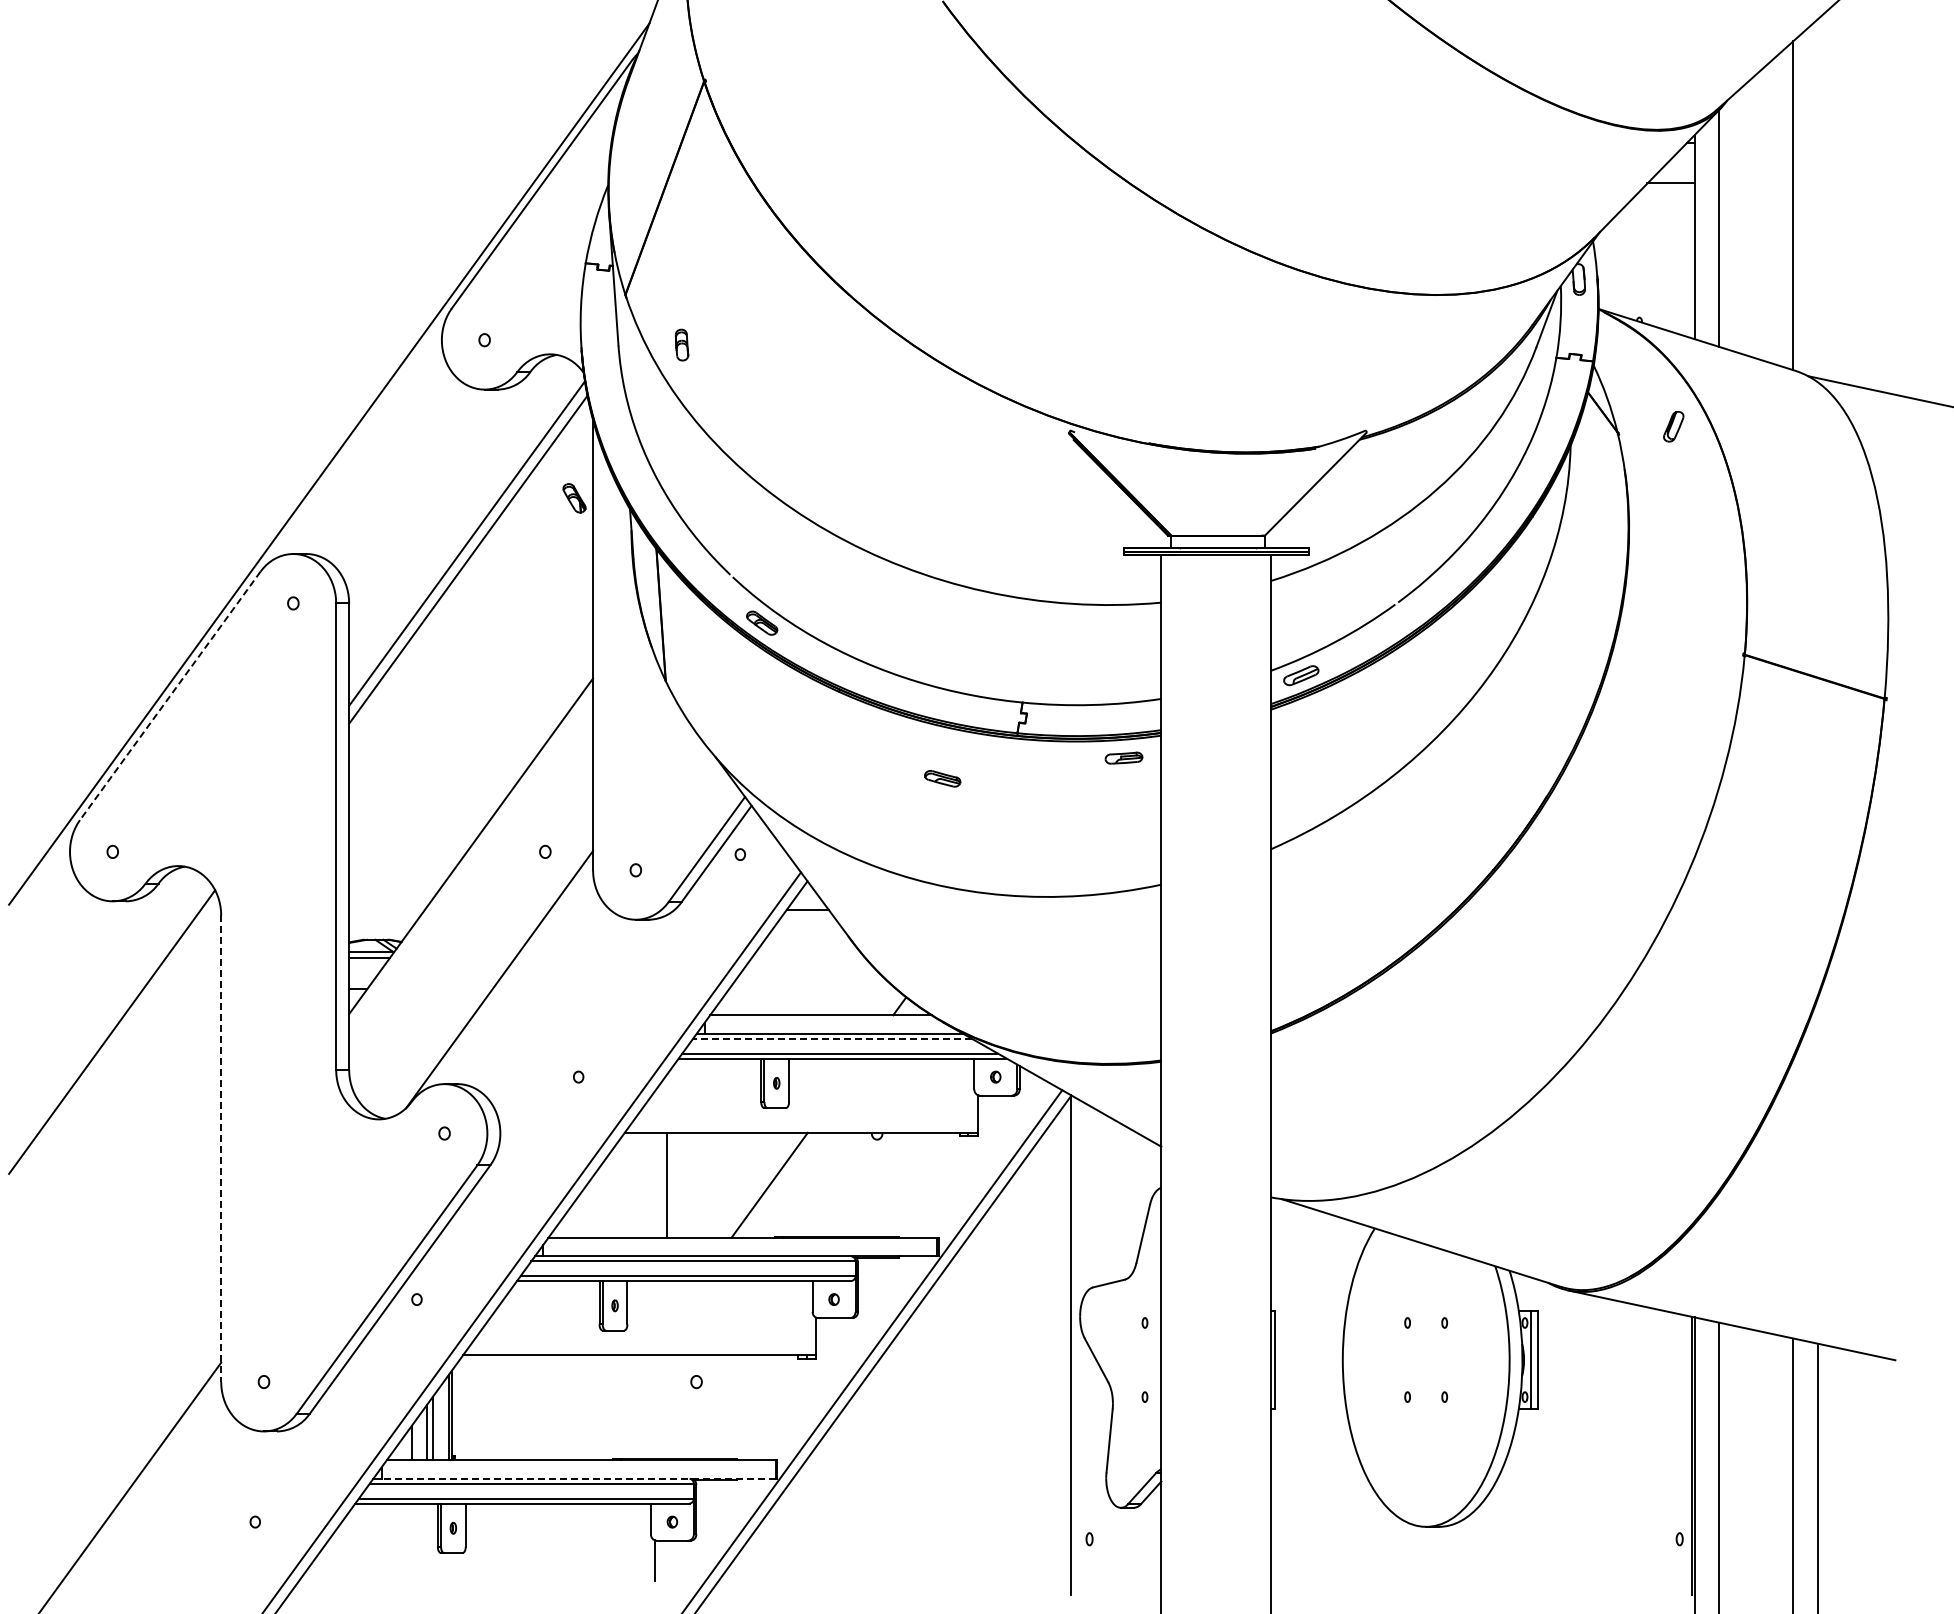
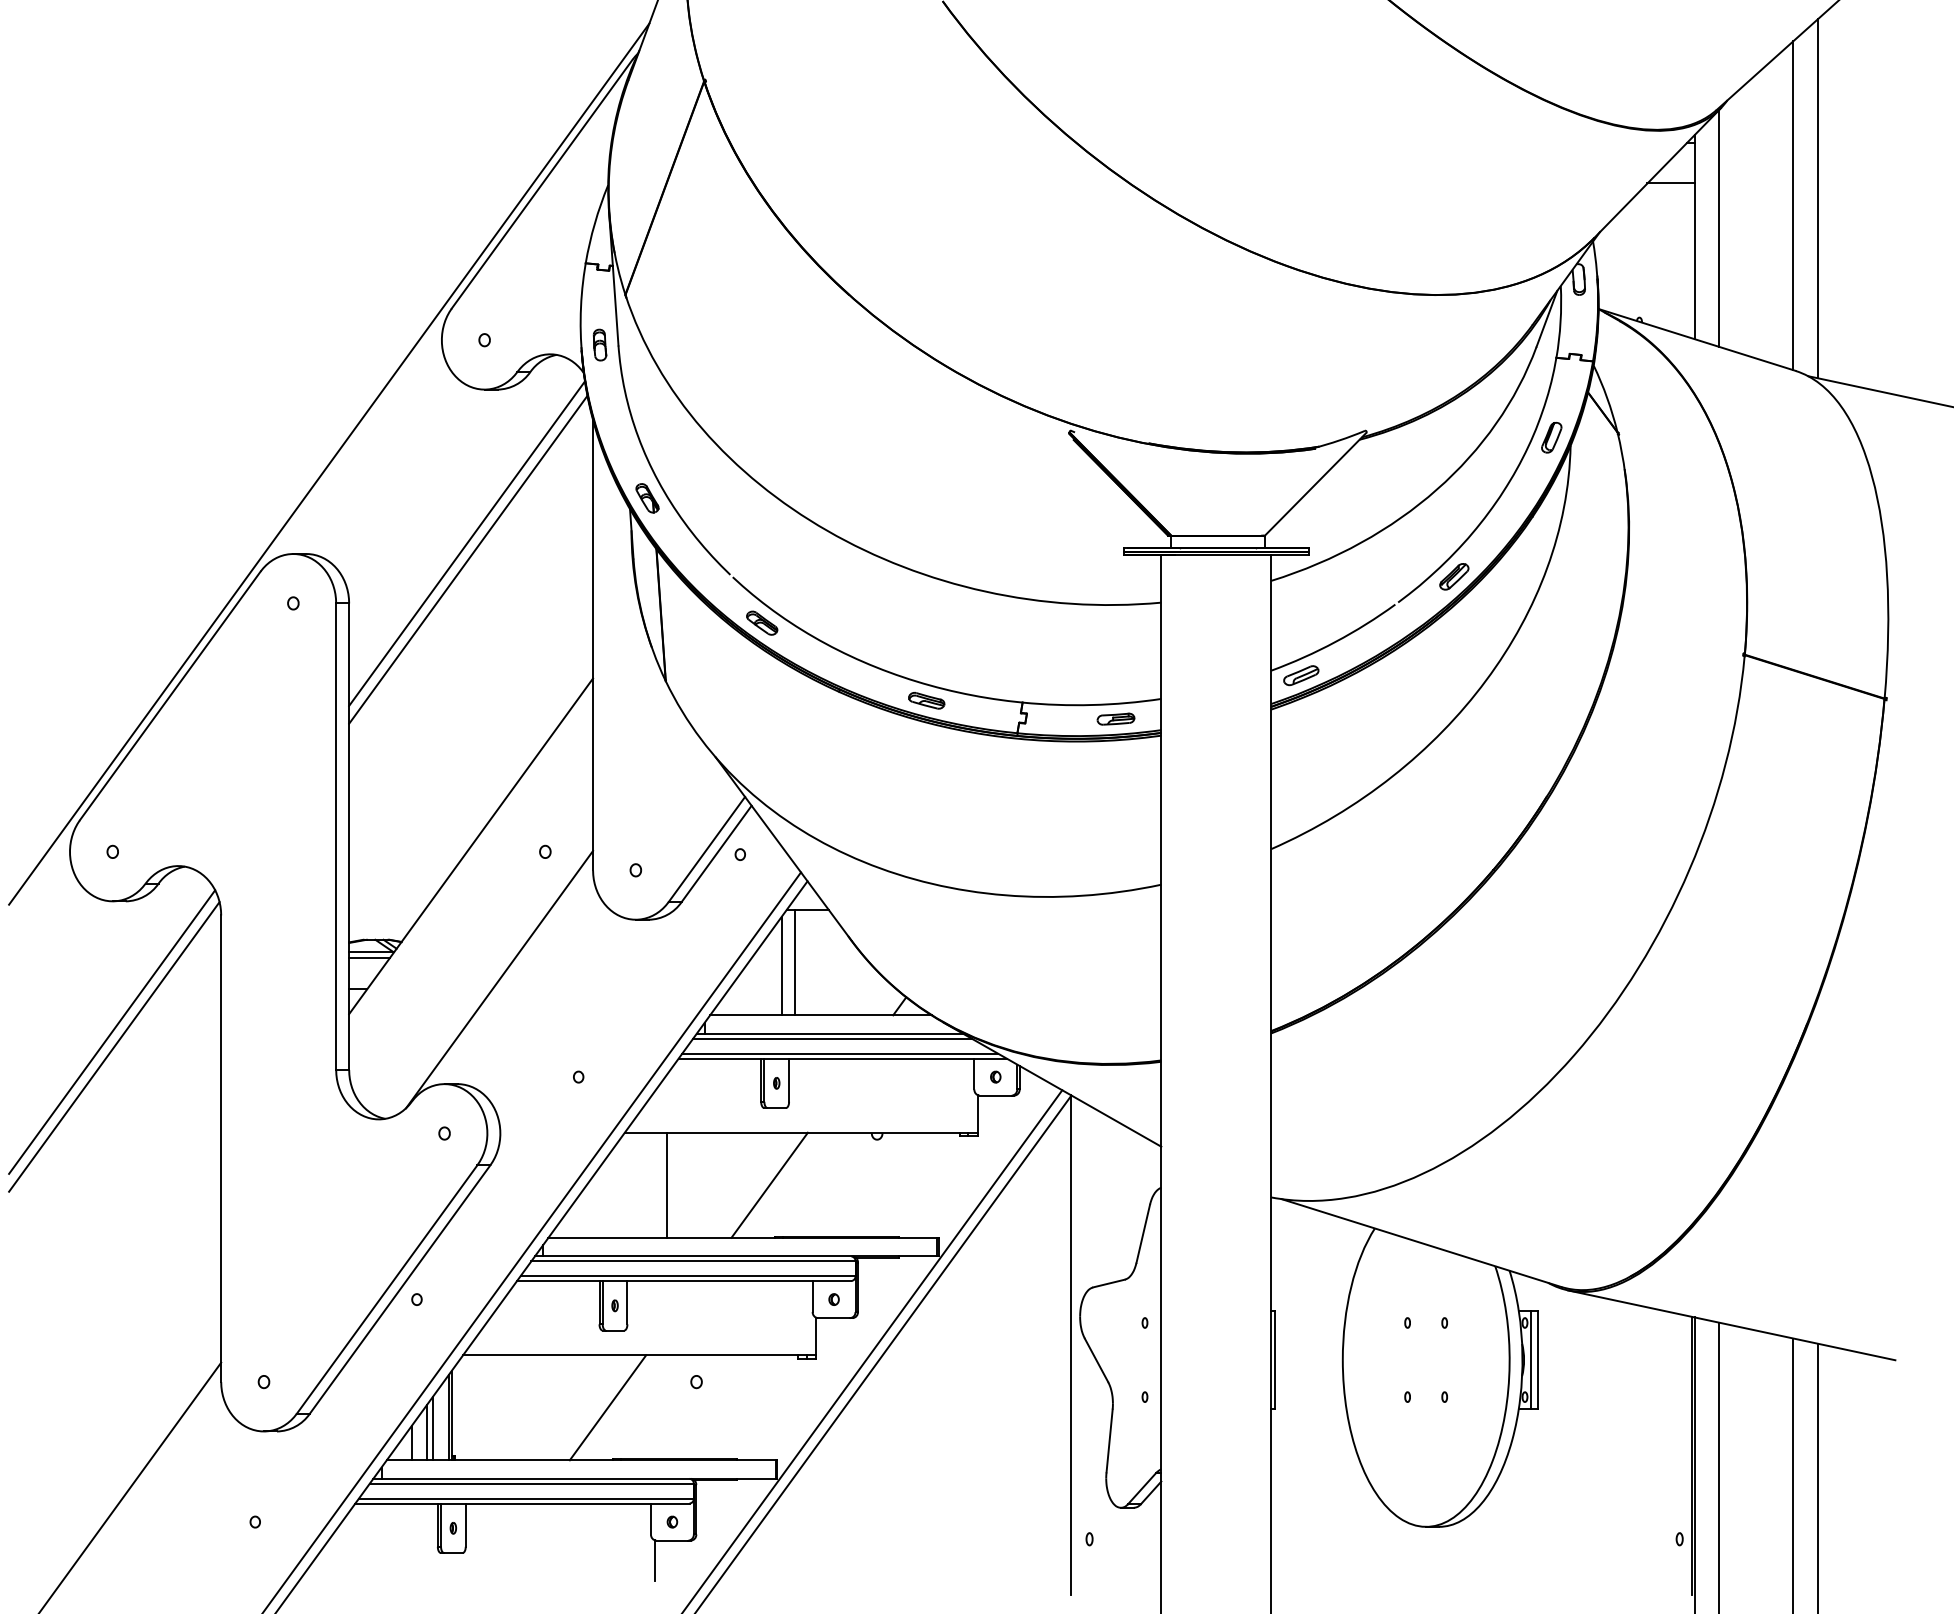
line at (1818, 198): none -> present
part at (681, 344) position: (681, 344) -> (599, 344)
part at (1673, 426) position: (1673, 426) -> (1551, 437)
part at (574, 498) position: (574, 498) -> (647, 498)
part at (1454, 576): none -> present
line at (170, 695): dashed -> solid
part at (1123, 757) position: (1123, 757) -> (1115, 718)
part at (942, 778) position: (942, 778) -> (926, 700)
line at (794, 962): none -> present
line at (781, 965): none -> present
line at (832, 1038): dashed -> solid
line at (114, 1046): none -> present
line at (221, 1149): dashed -> solid
line at (607, 1407): none -> present
line at (578, 1478): dashed -> solid
